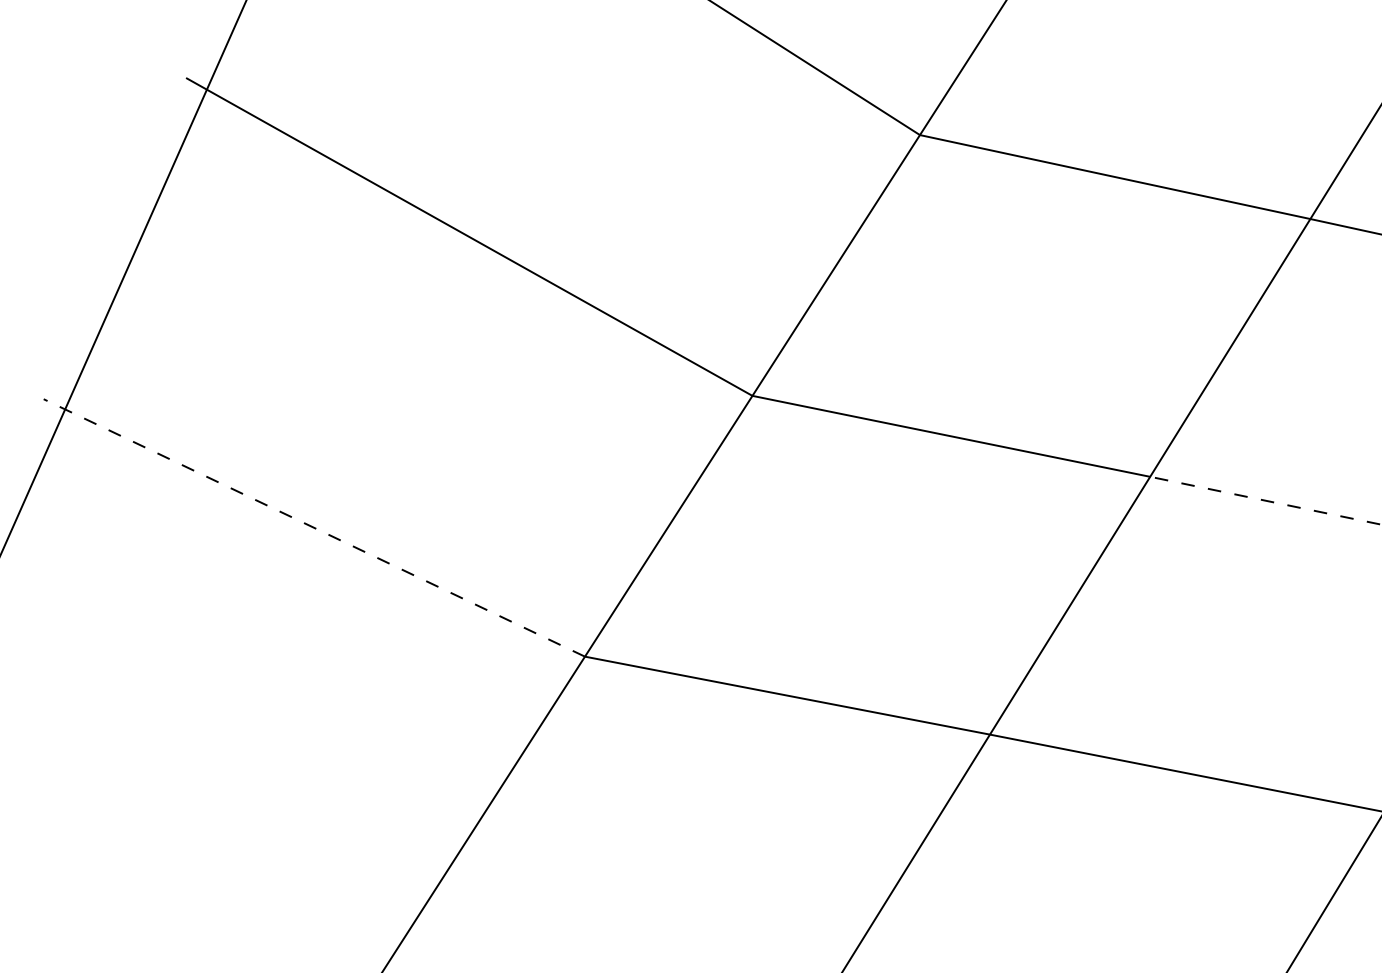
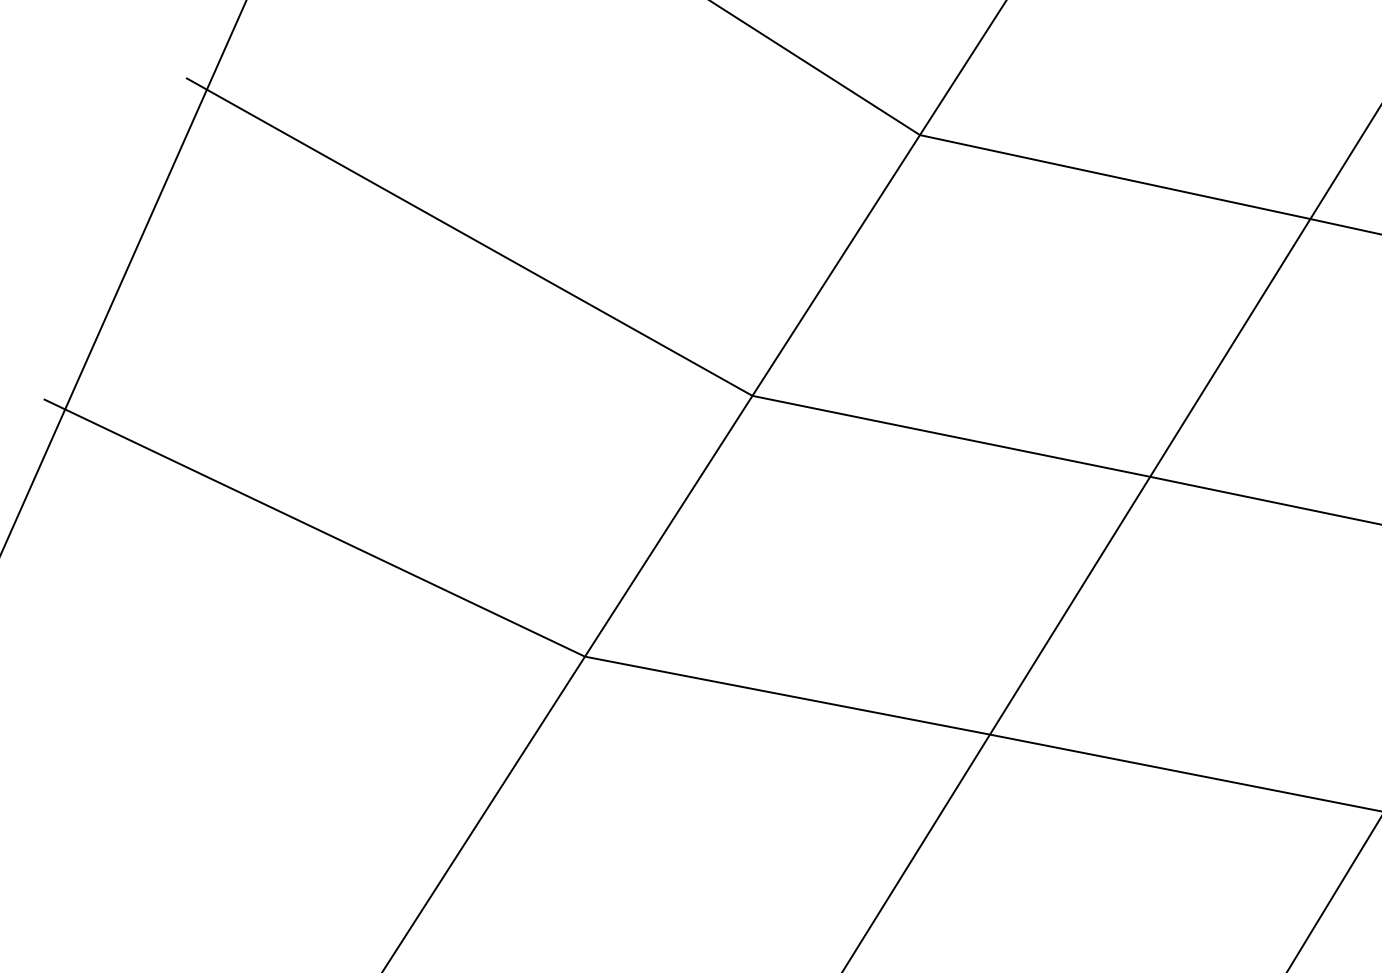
line at (1265, 500): dashed -> solid
line at (314, 527): dashed -> solid
